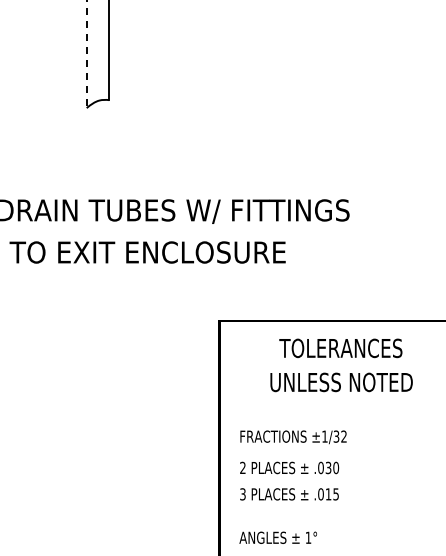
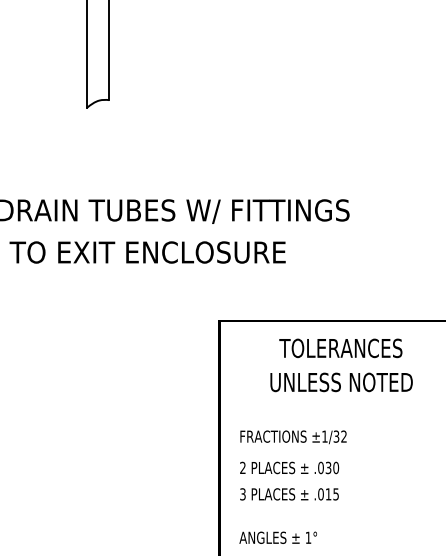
line at (86, 54): dashed -> solid
